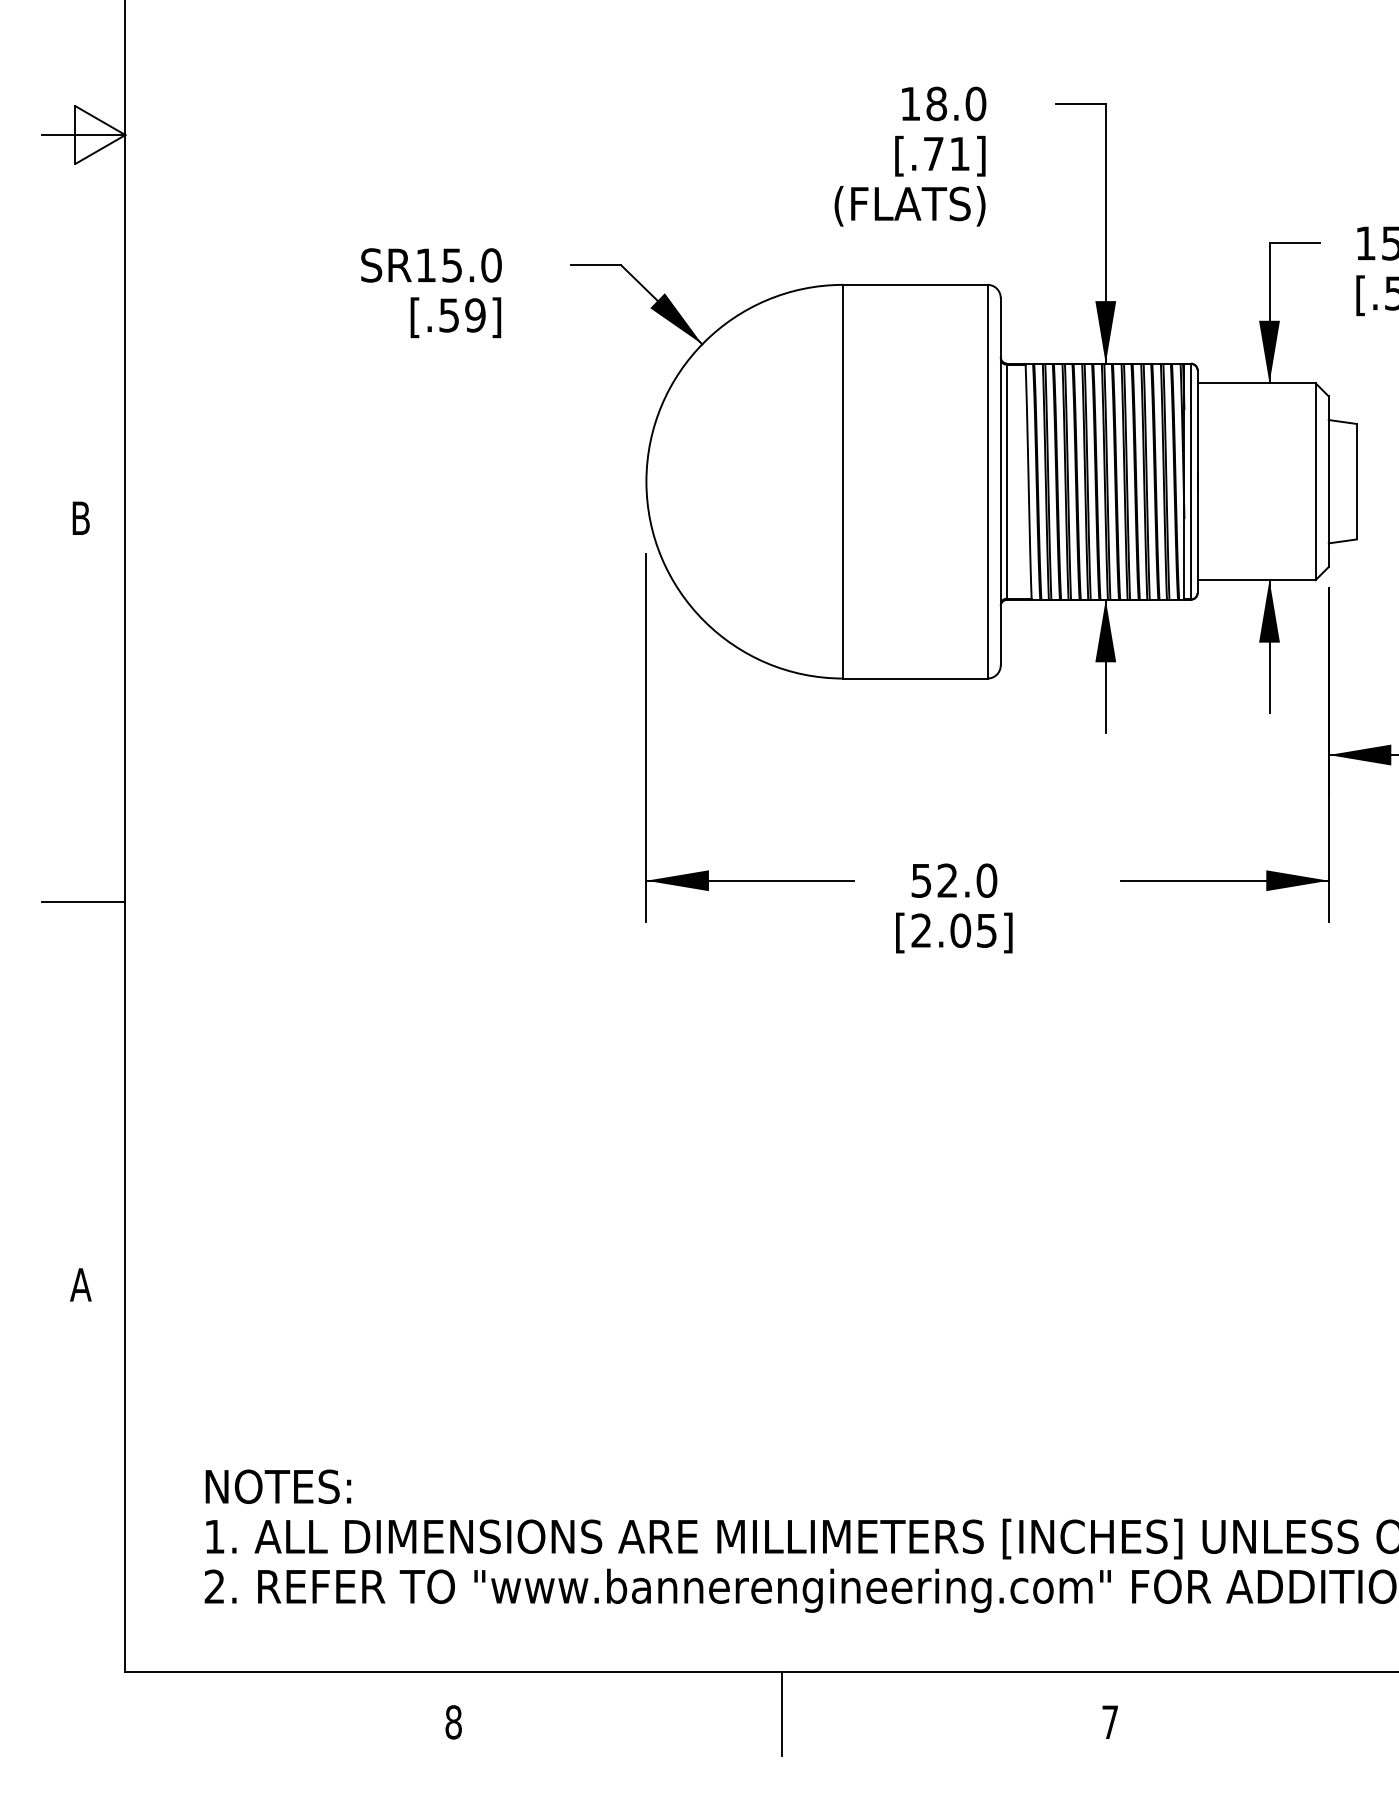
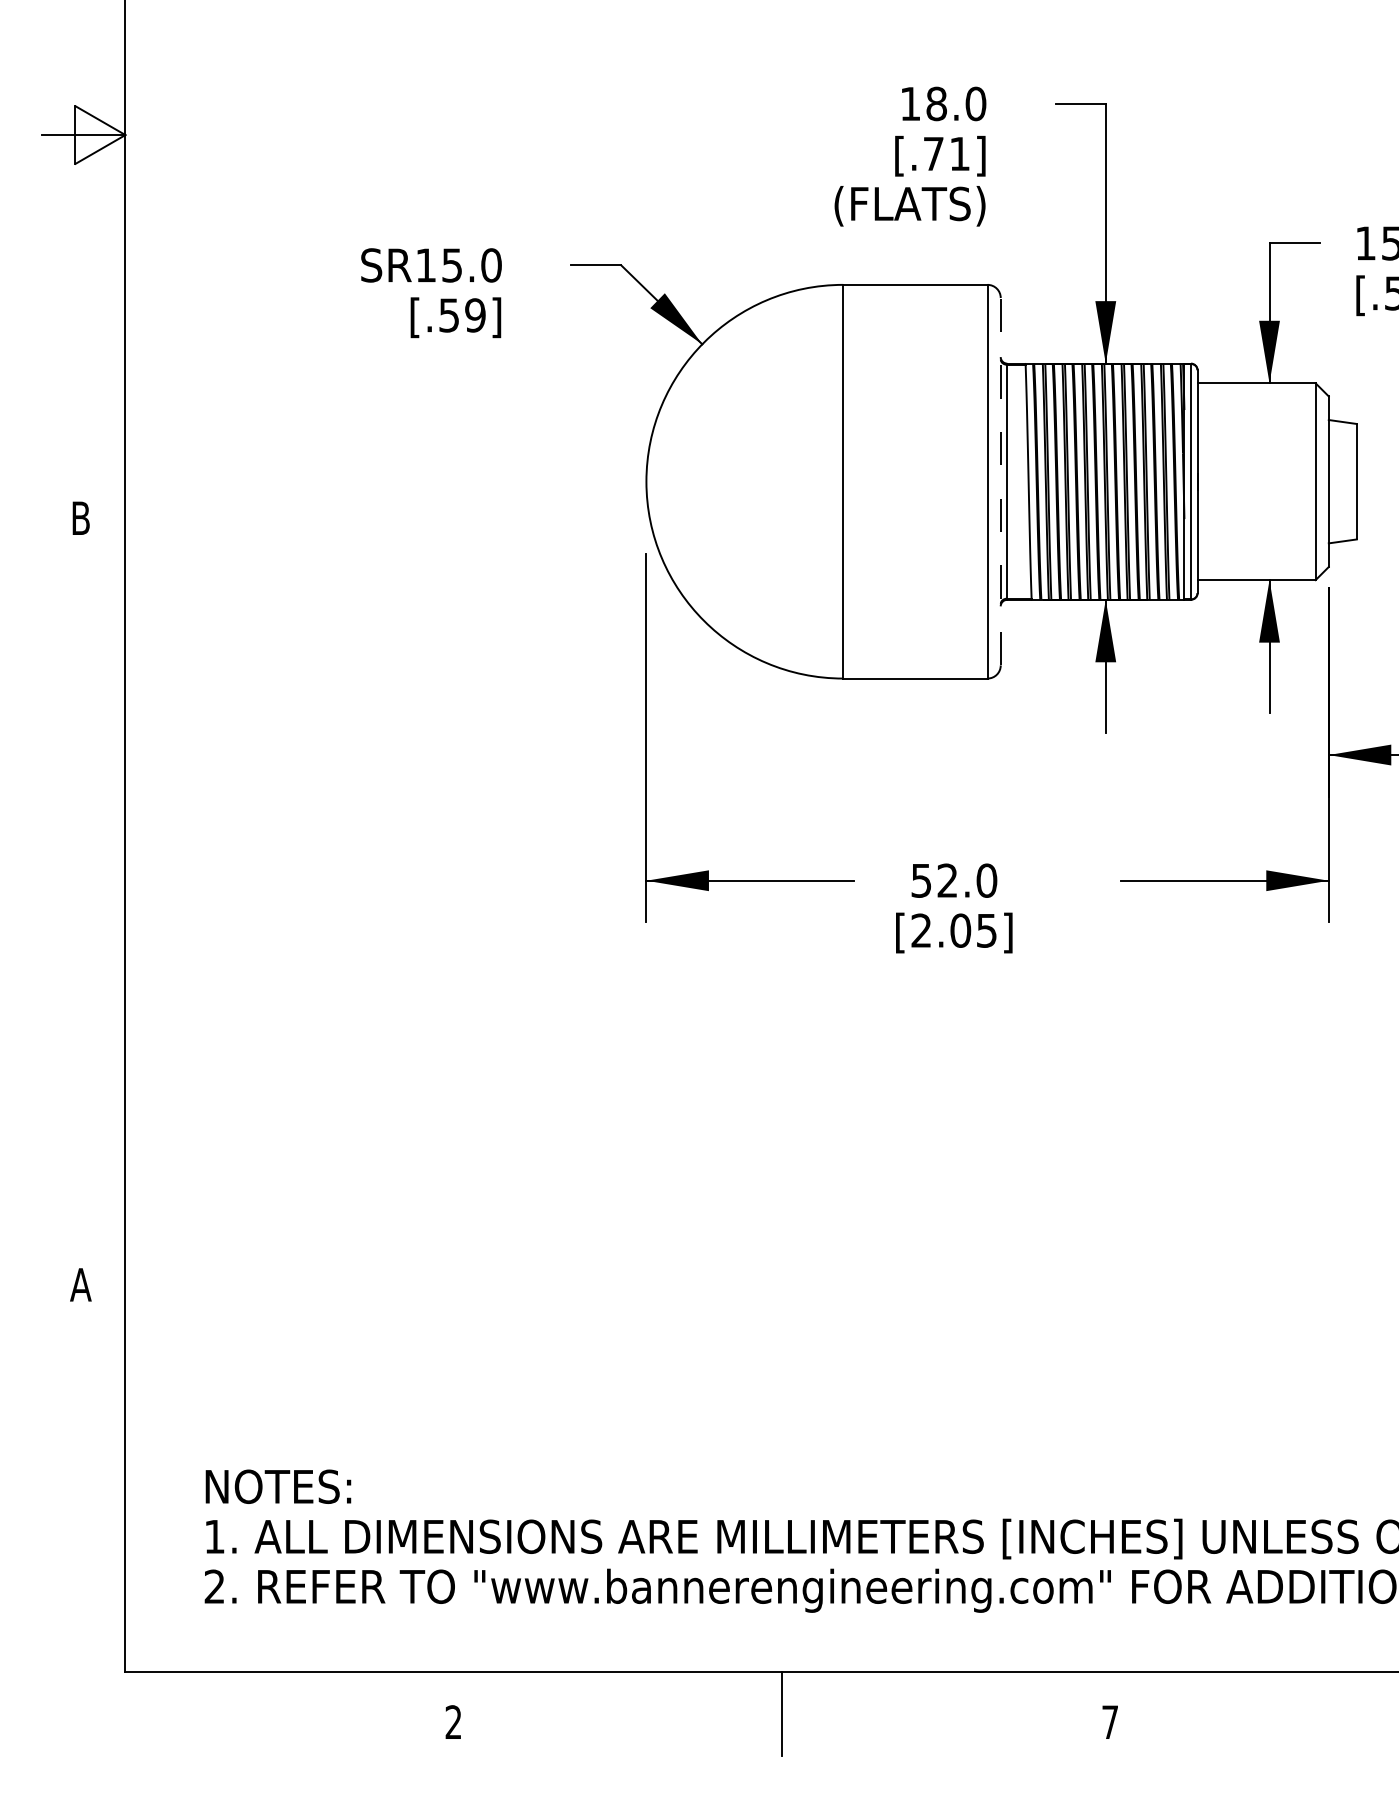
line at (1000, 481): solid -> dashed
line at (83, 901): present -> none
text at (453, 1722): 8 -> 2
